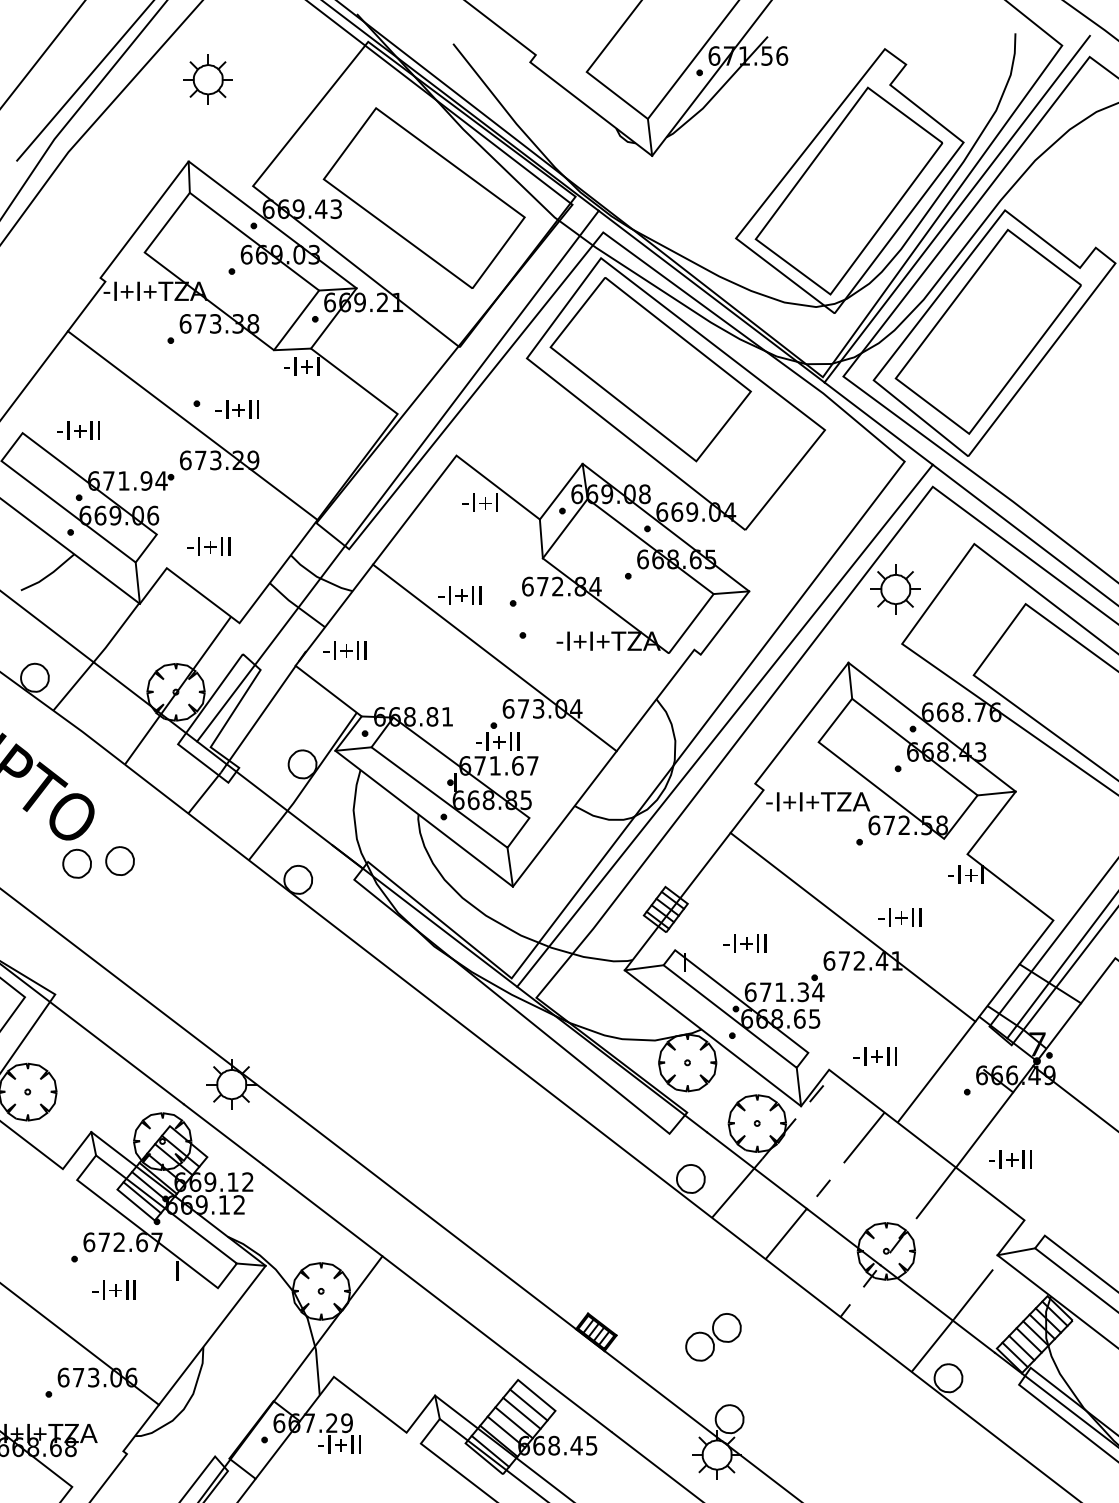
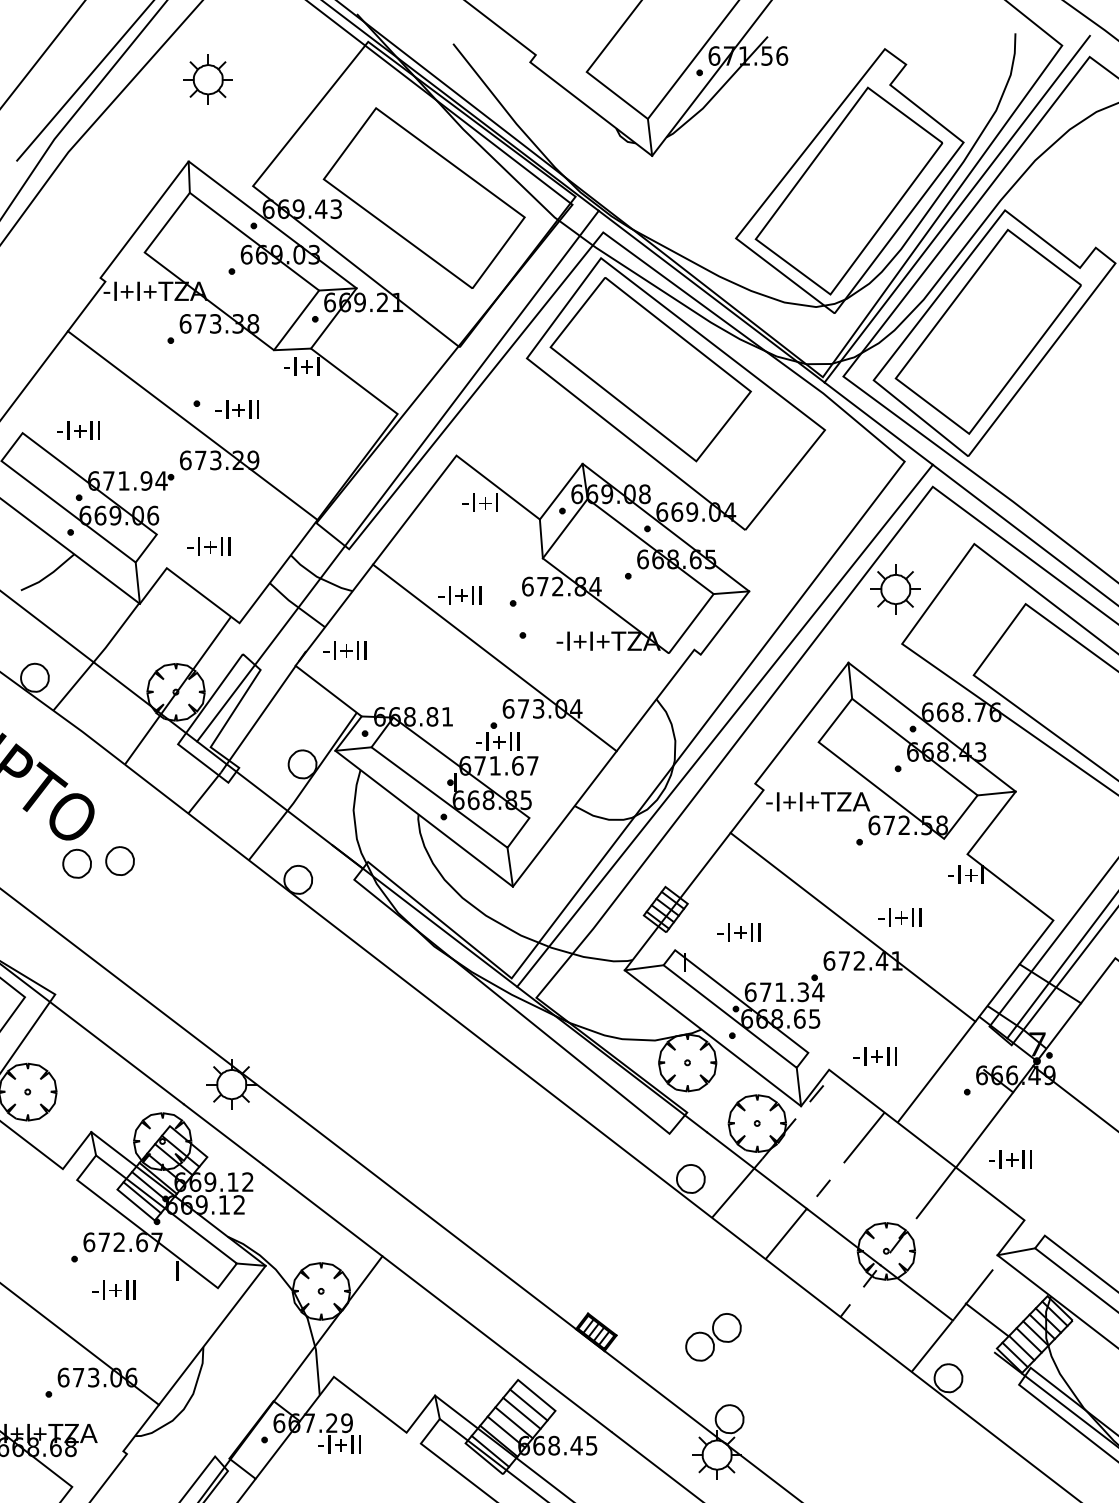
text at (744, 943) position: (744, 943) -> (738, 932)
line at (973, 1336) position: (973, 1336) -> (986, 1319)
